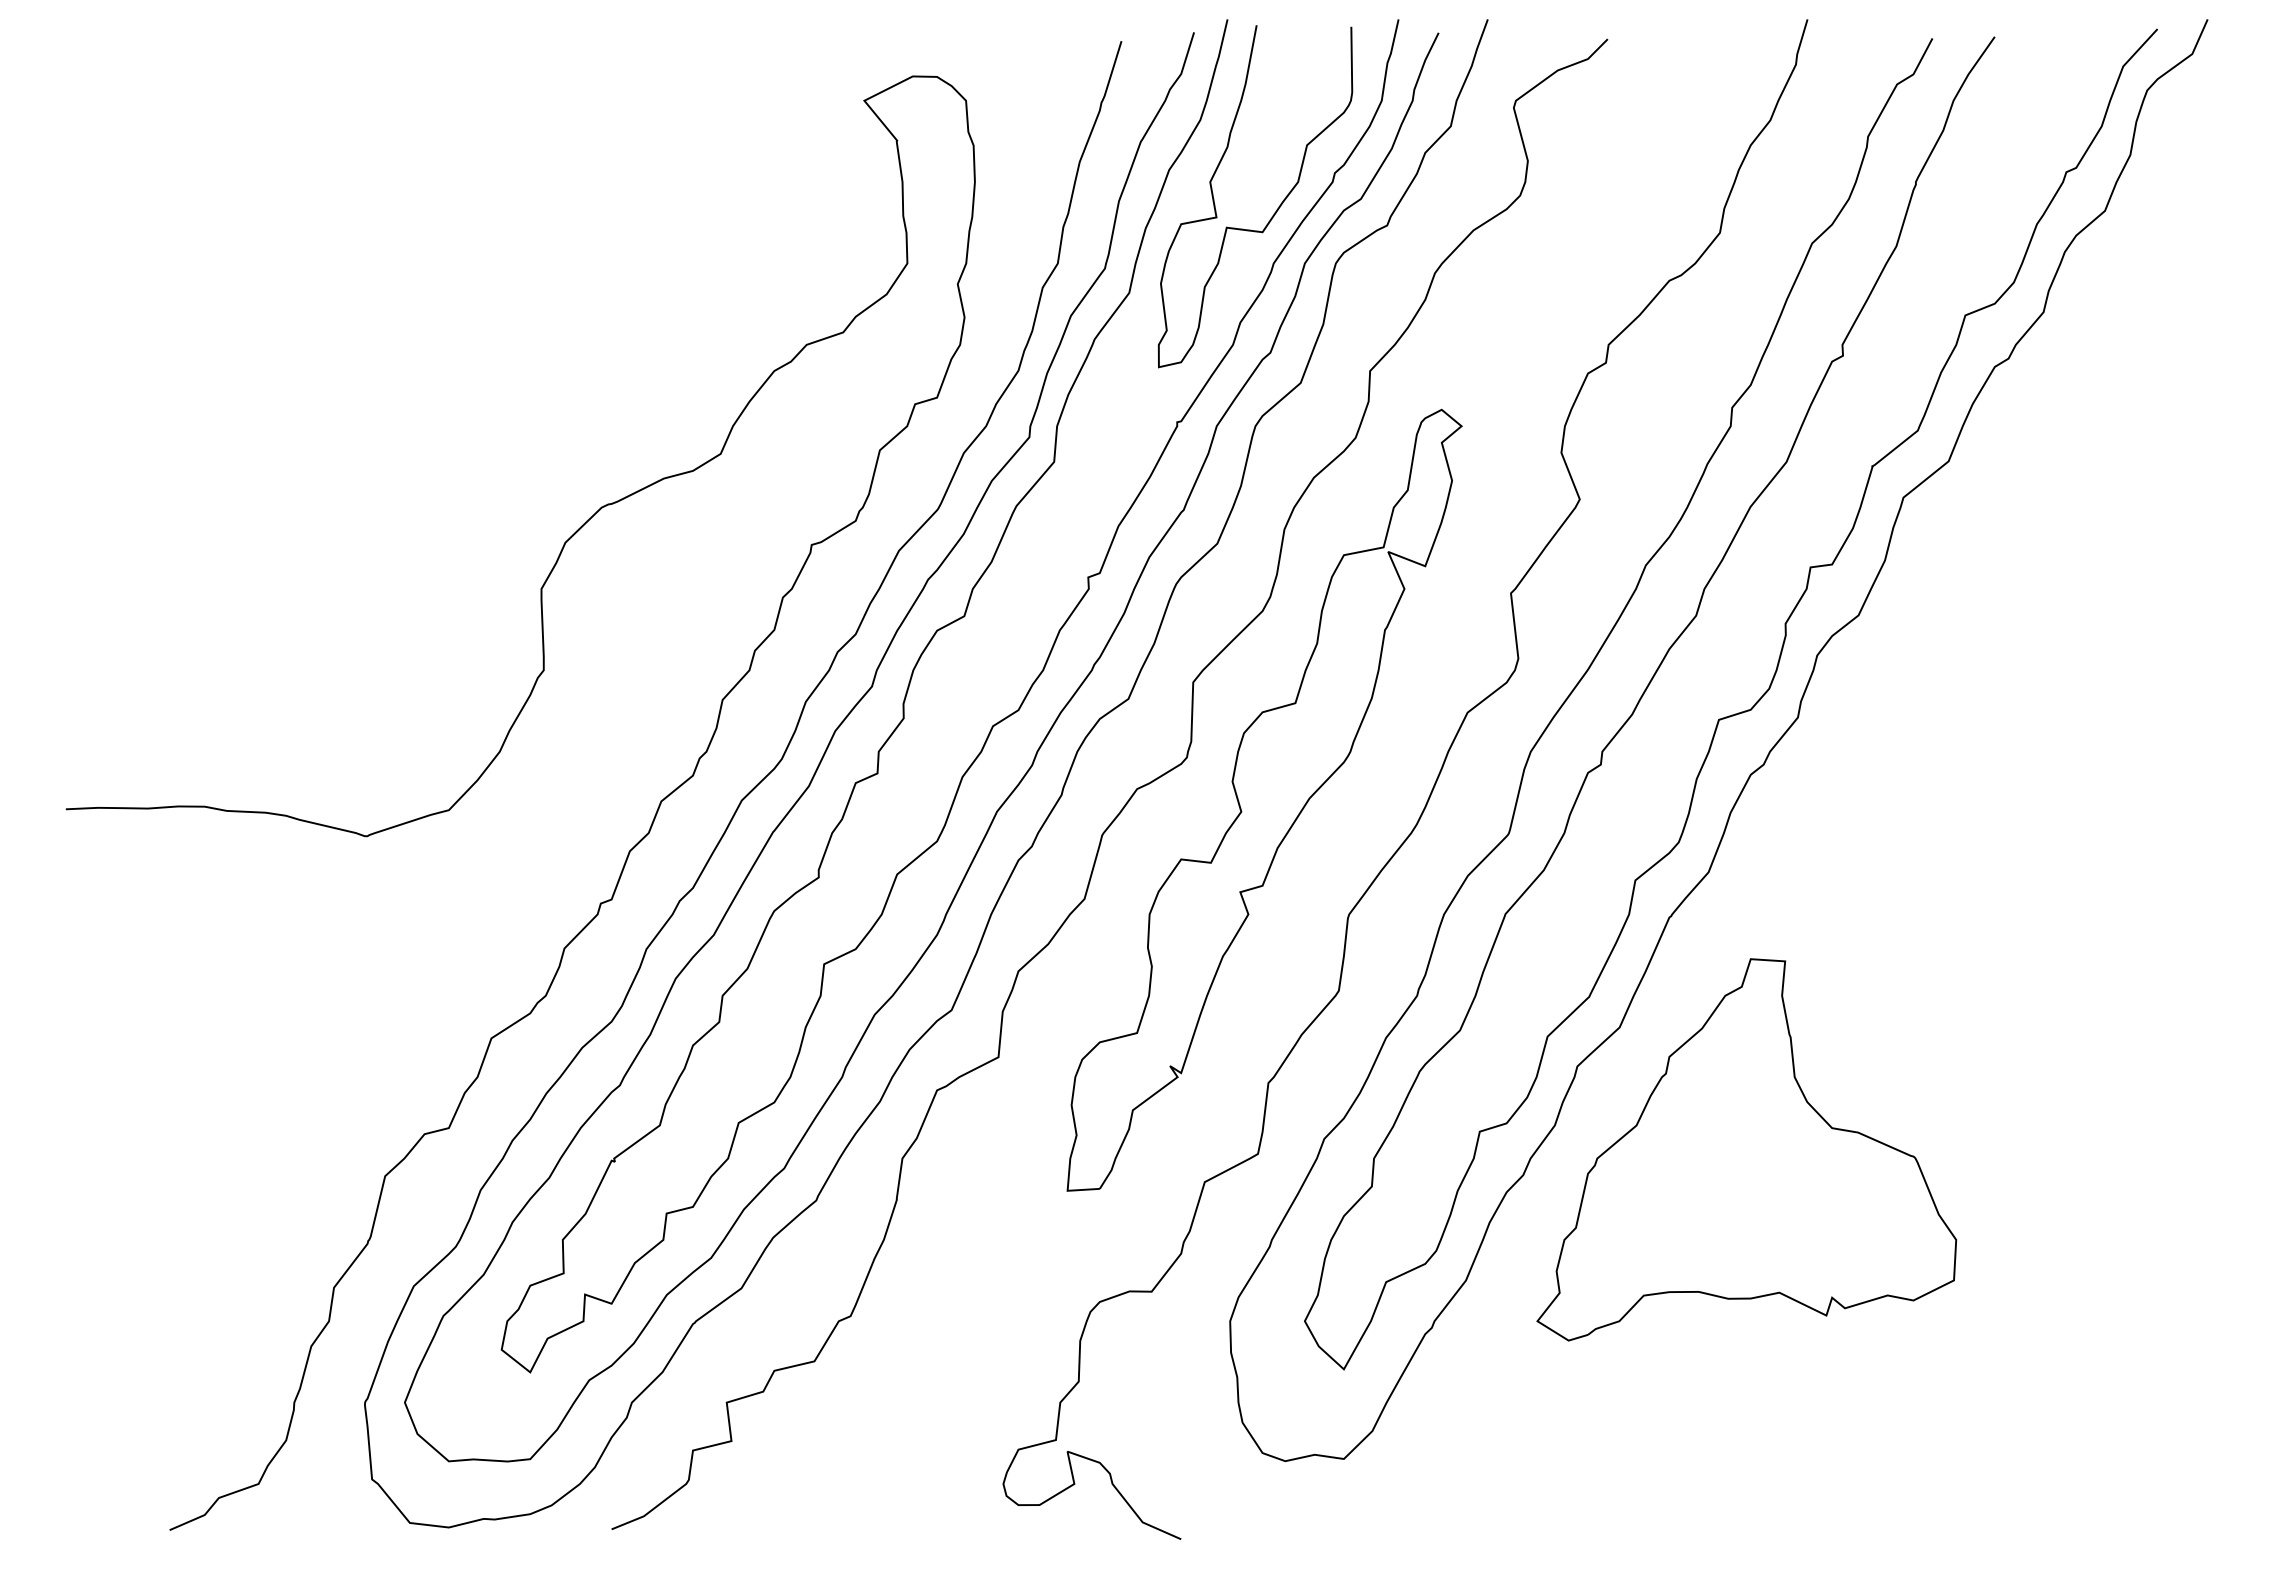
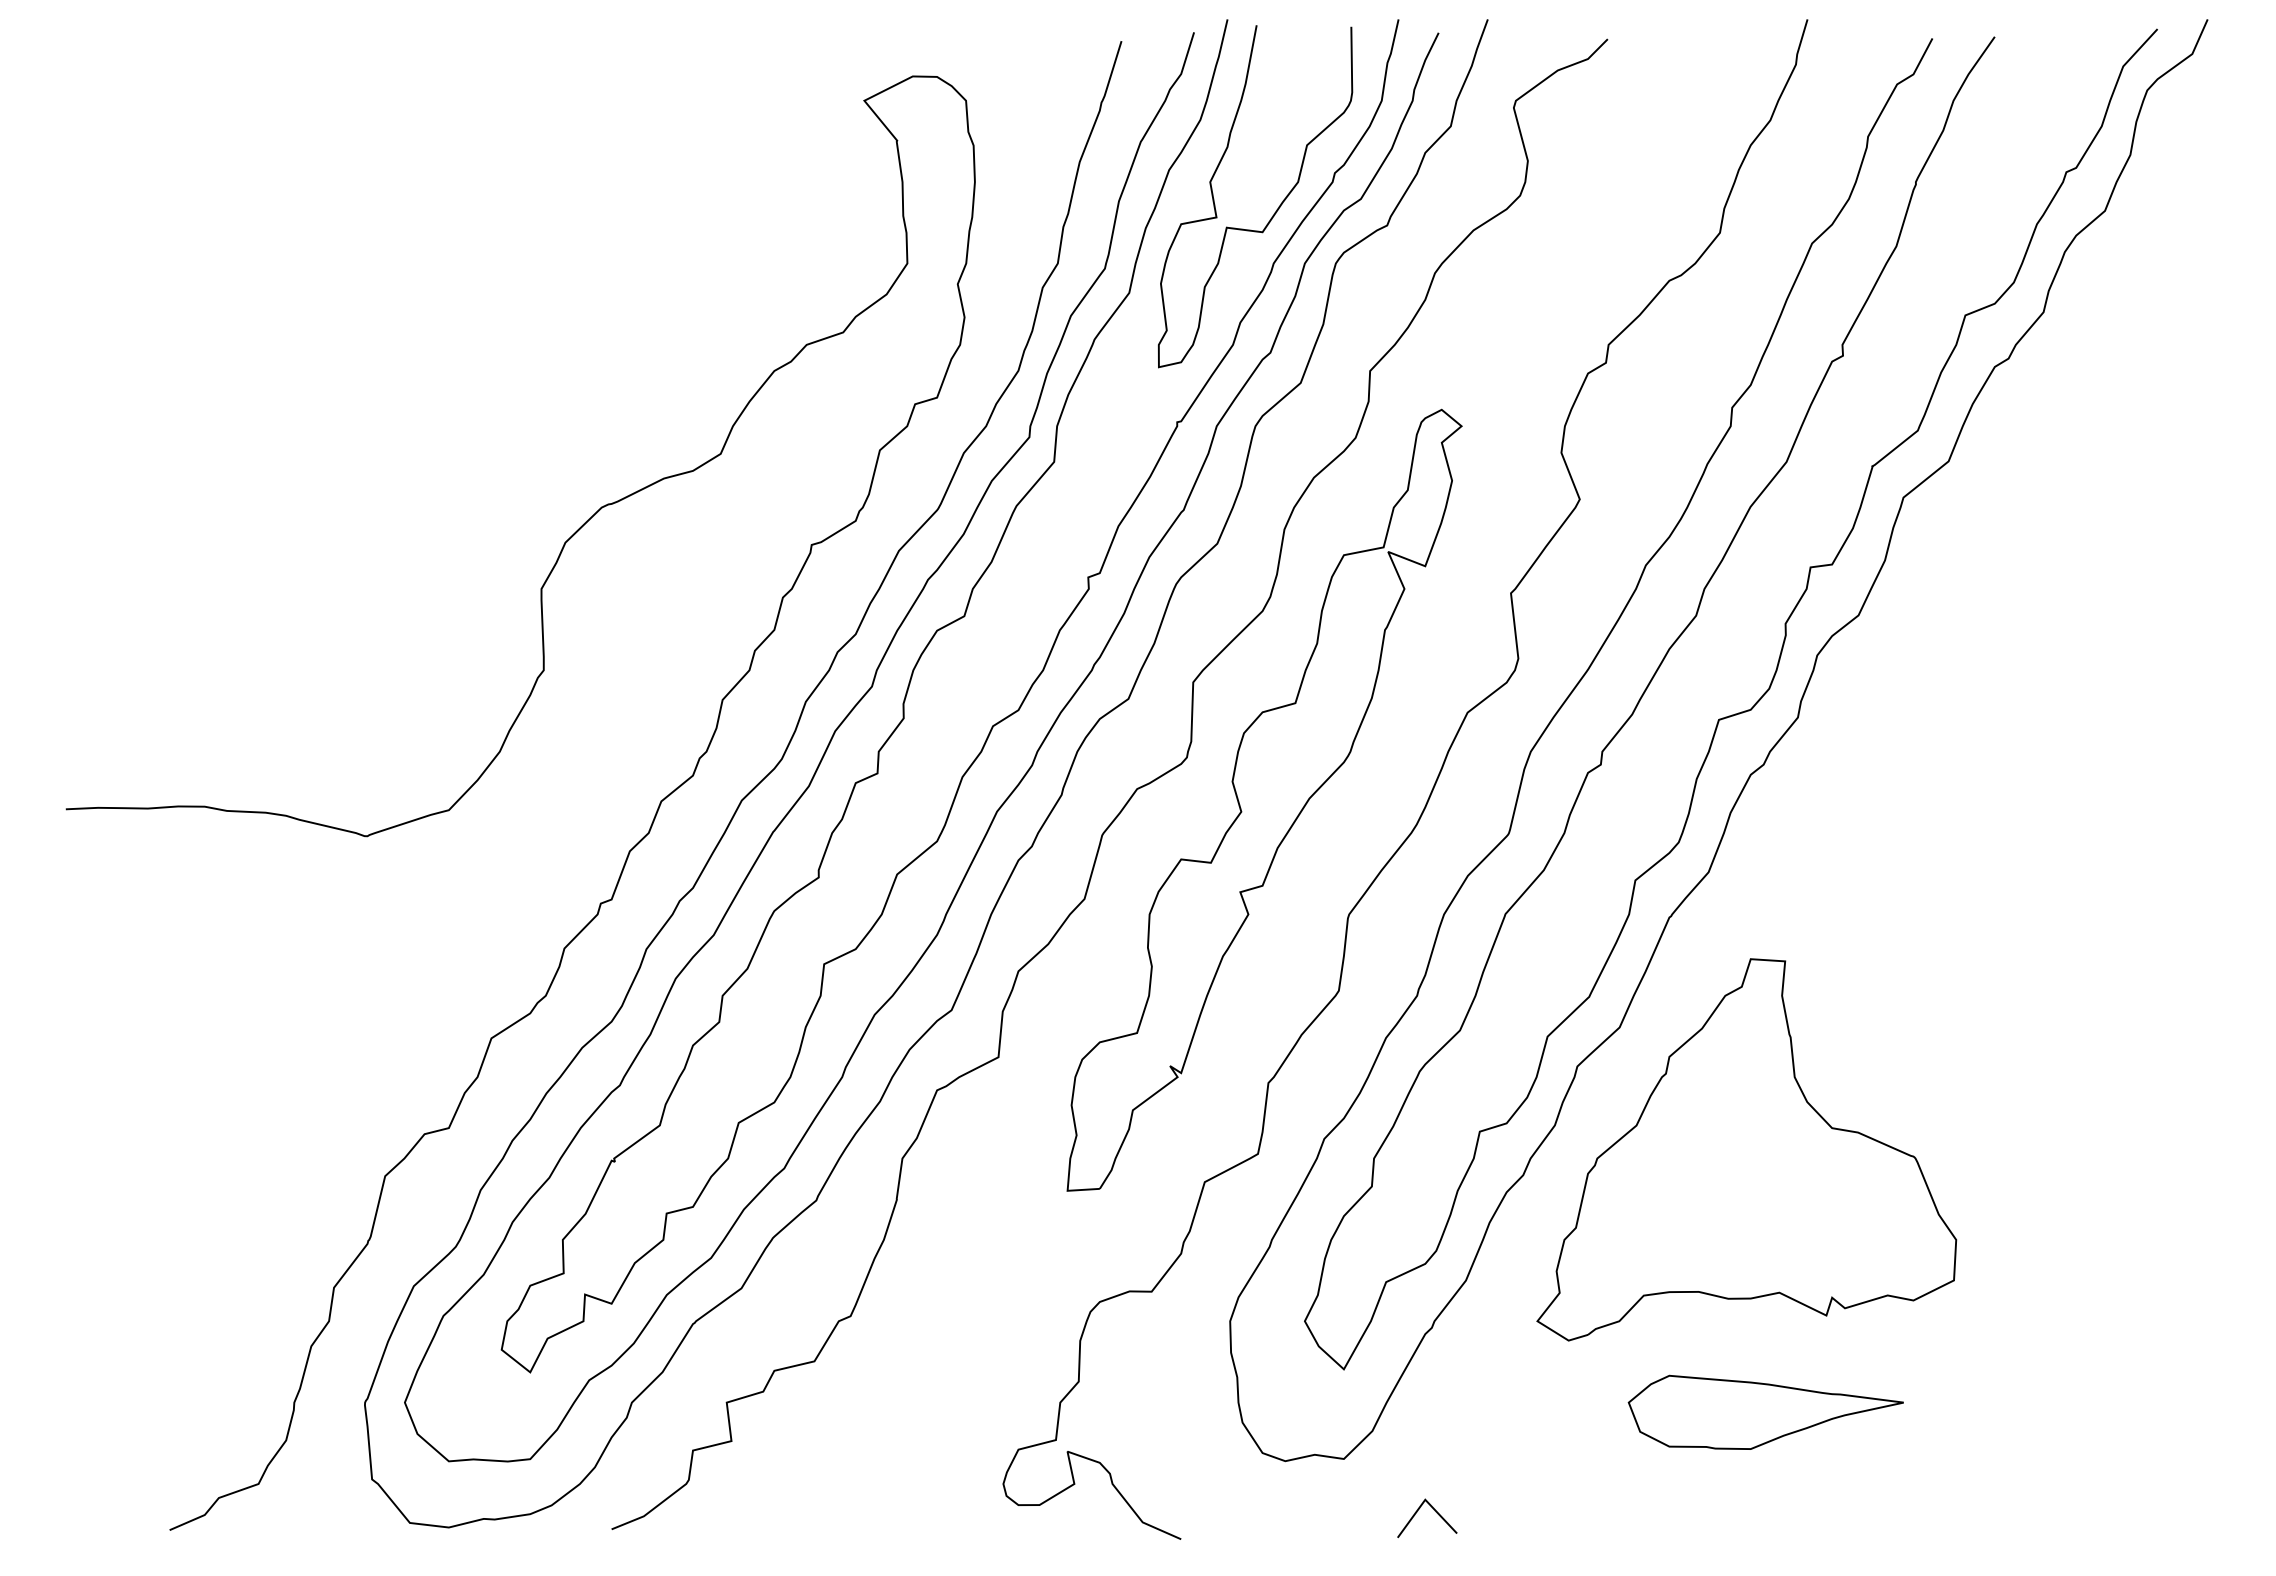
part at (1765, 1411): none -> present
line at (1435, 1512): none -> present
